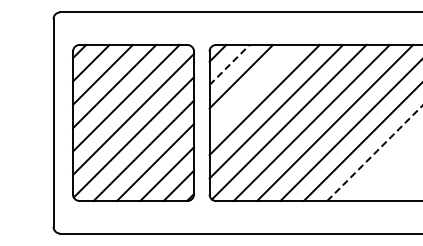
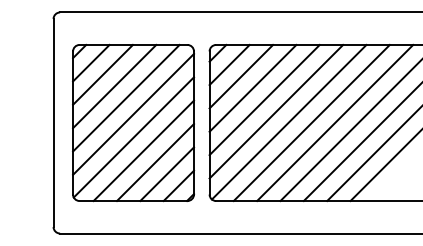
line at (230, 64): dashed -> solid
line at (252, 87): none -> present
line at (375, 153): dashed -> solid
line at (384, 166): none -> present
